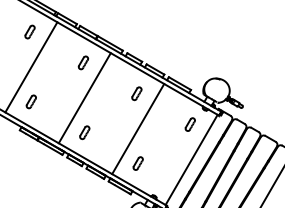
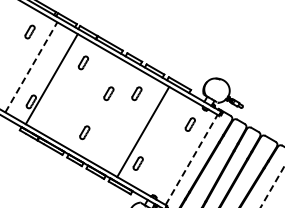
line at (31, 66): solid -> dashed
part at (108, 93): none -> present
line at (84, 98) position: (84, 98) -> (51, 79)
line at (138, 129) position: (138, 129) -> (143, 132)
line at (191, 159): solid -> dashed
line at (272, 186): solid -> dashed
